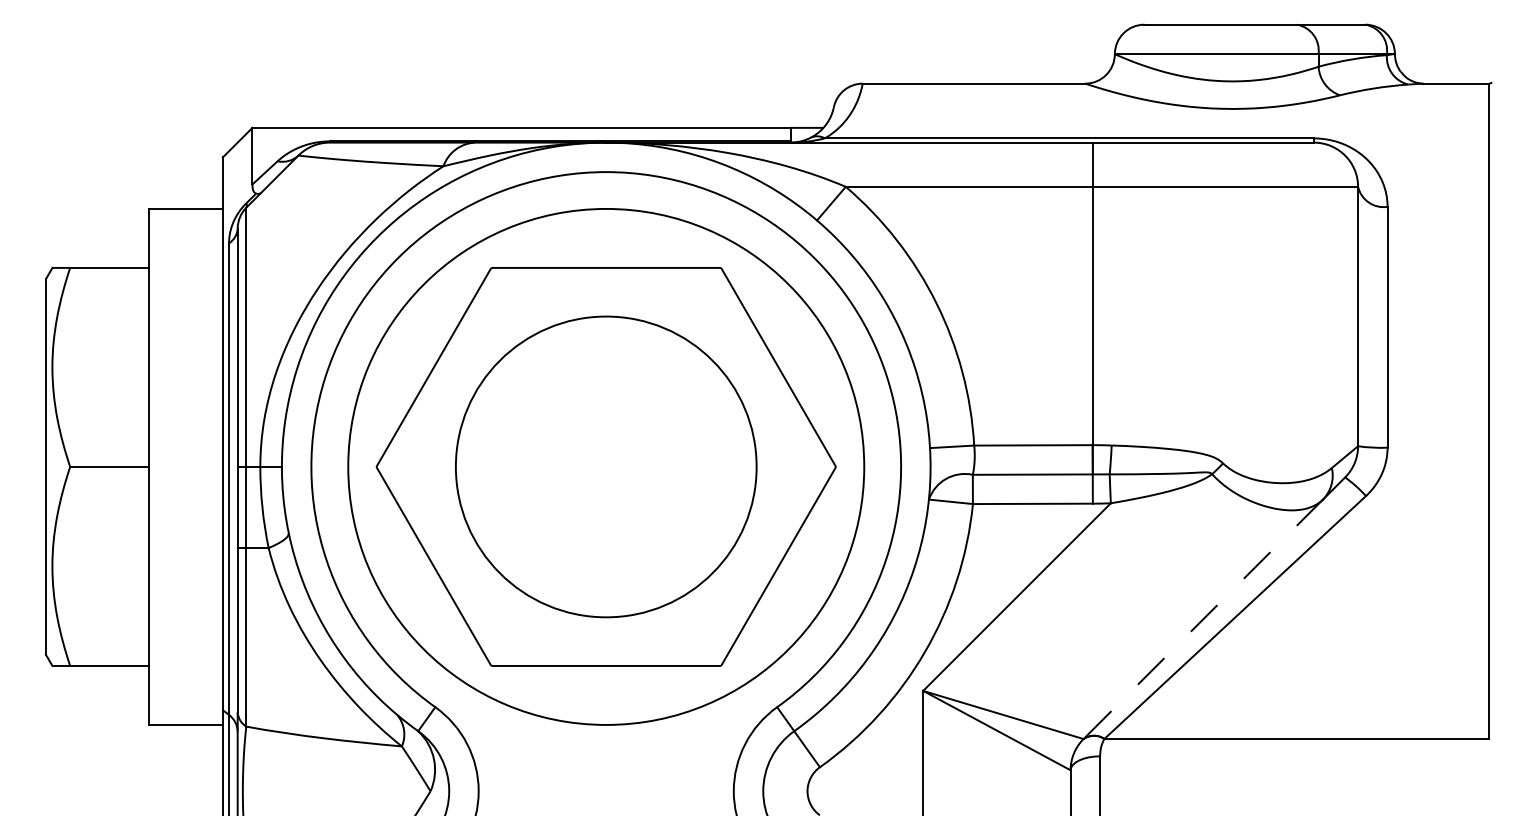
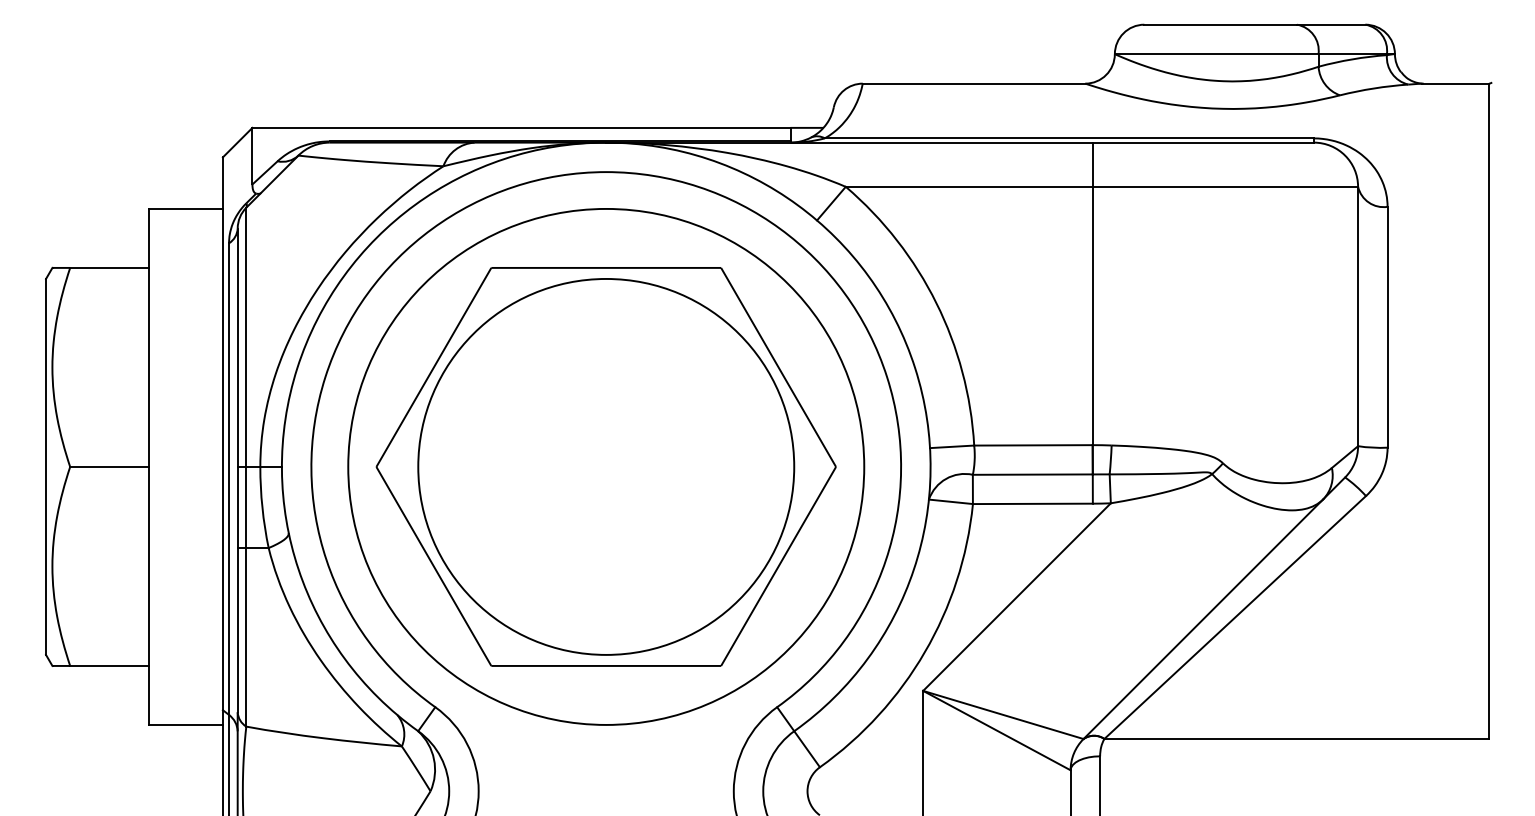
circle at (605, 466) diameter: 301 px -> 376 px
line at (1203, 619): dashed -> solid
